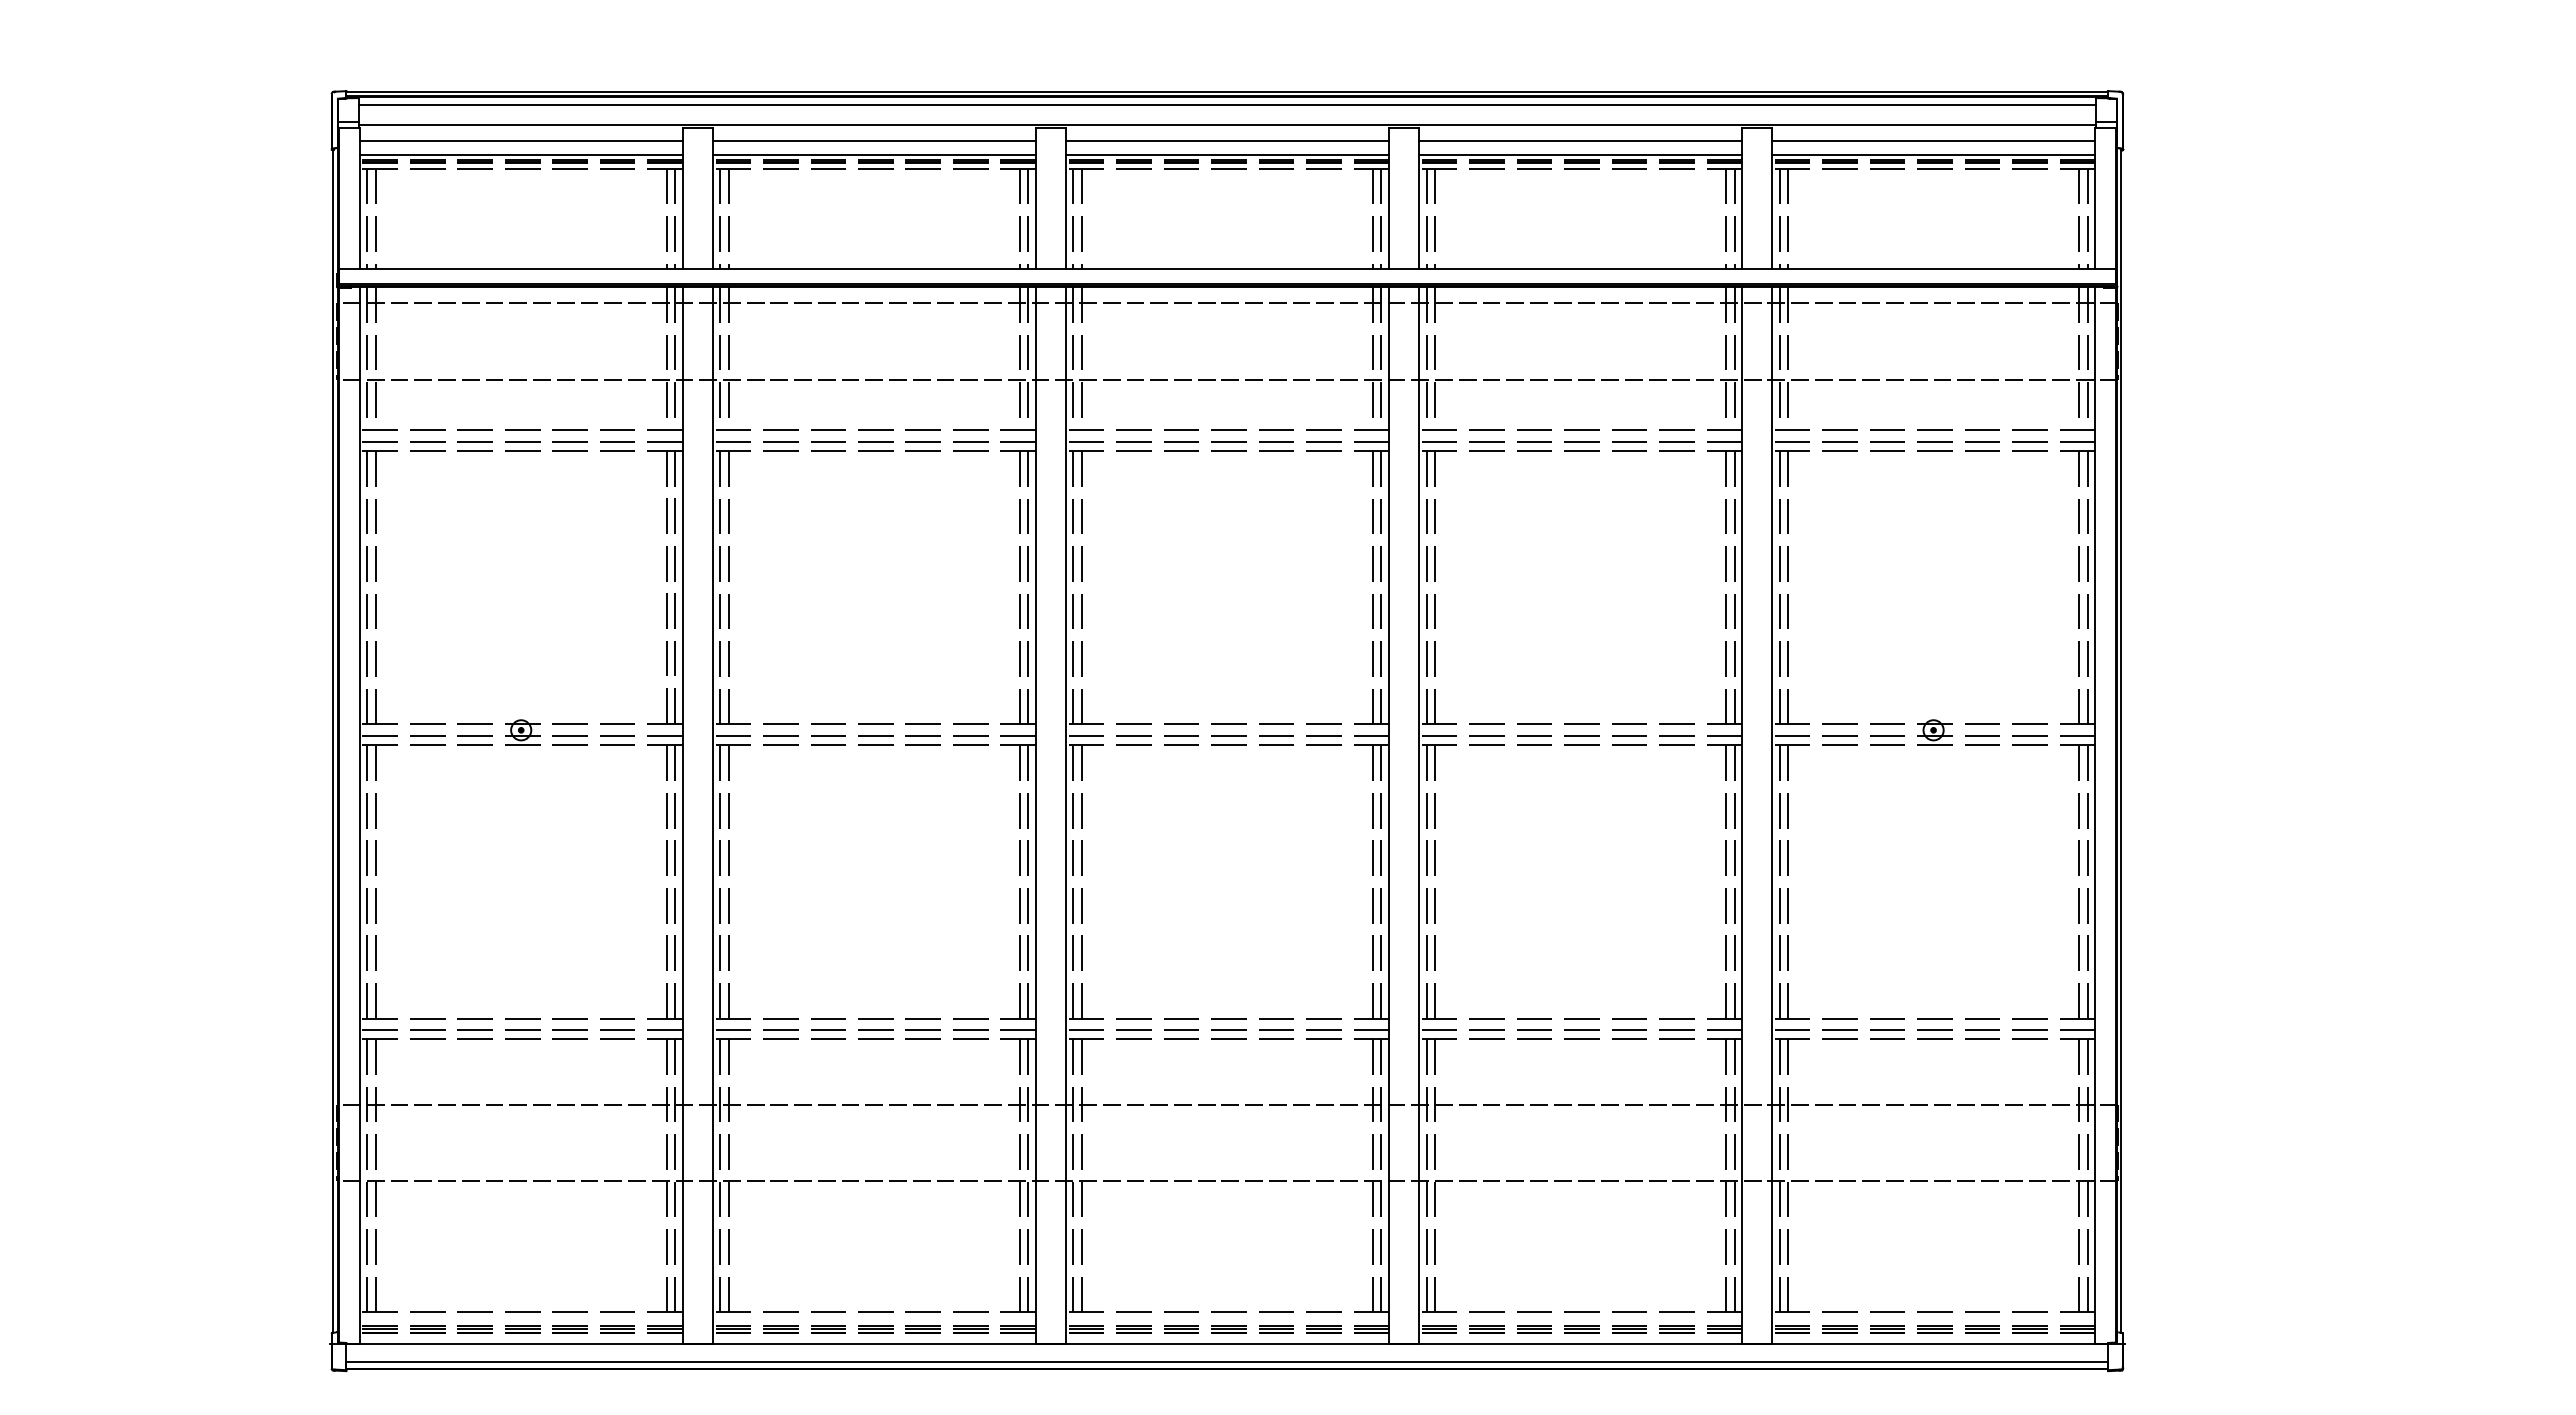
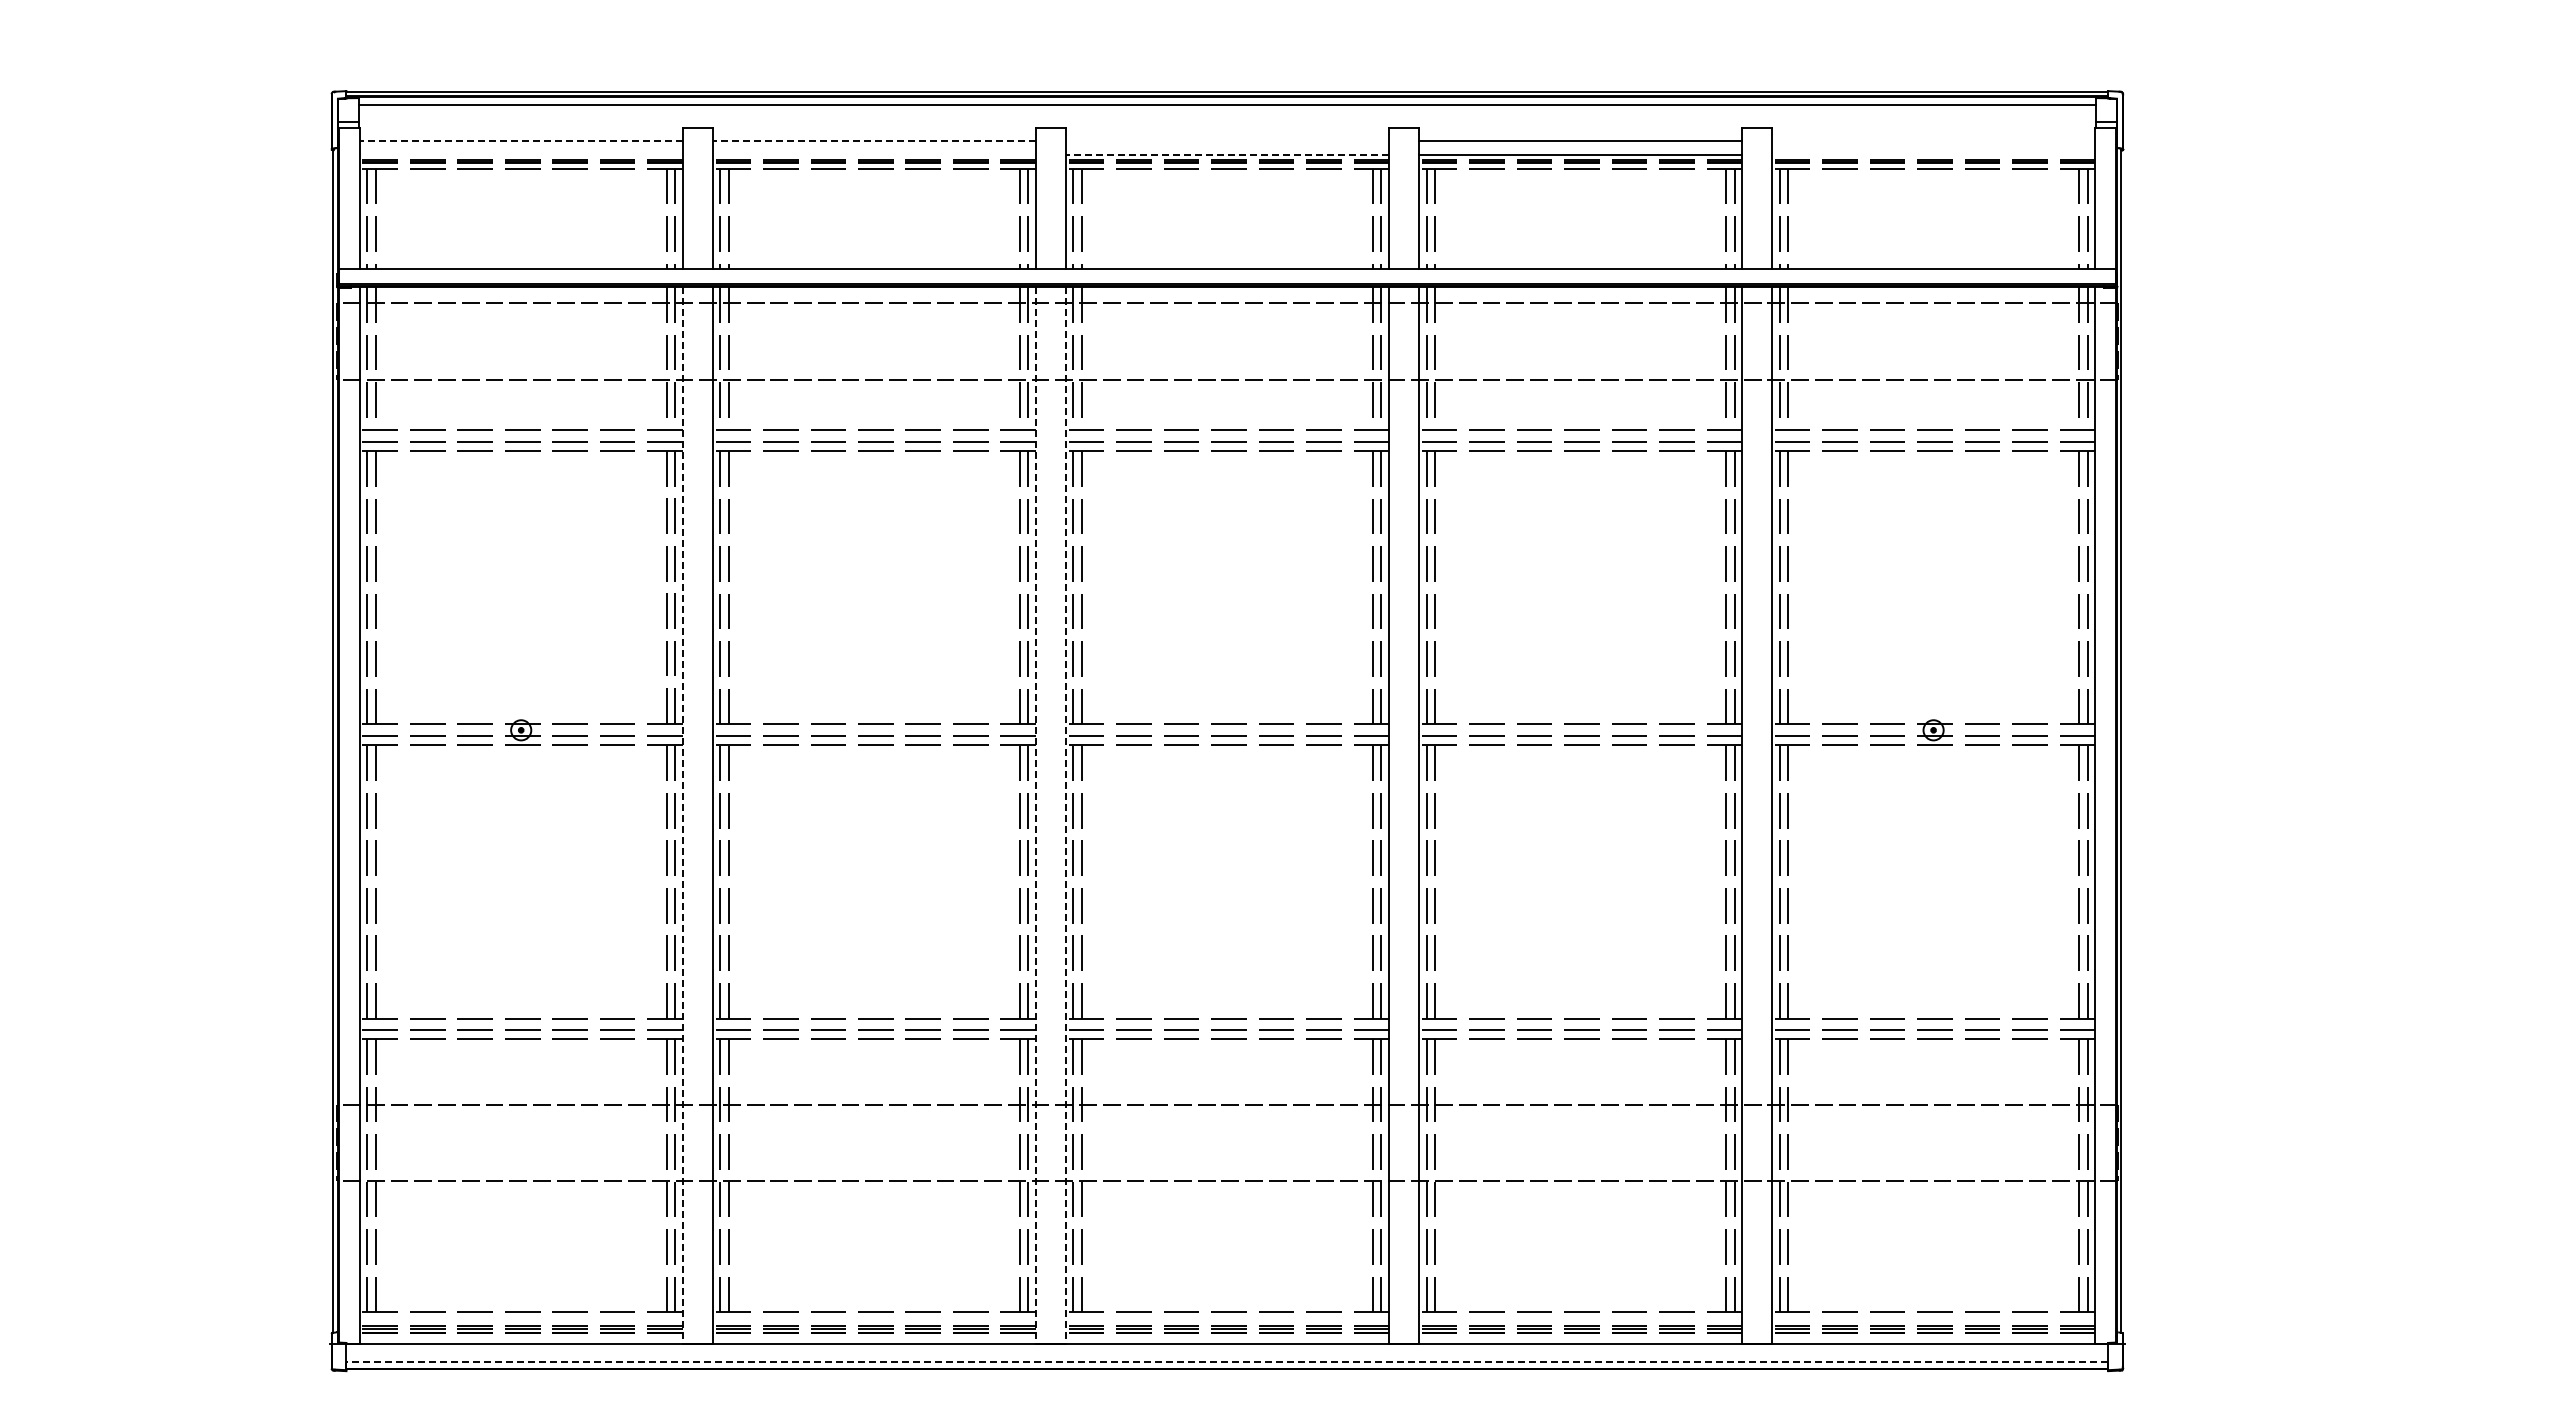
line at (1226, 125): present -> none
line at (521, 140): solid -> dashed
line at (874, 140): solid -> dashed
line at (1227, 140): present -> none
line at (1933, 140): present -> none
line at (520, 155): present -> none
line at (874, 155): present -> none
line at (1227, 155): solid -> dashed
line at (1933, 155): present -> none
line at (682, 816): solid -> dashed
line at (1036, 816): solid -> dashed
line at (1065, 816): solid -> dashed
line at (1227, 1362): solid -> dashed
